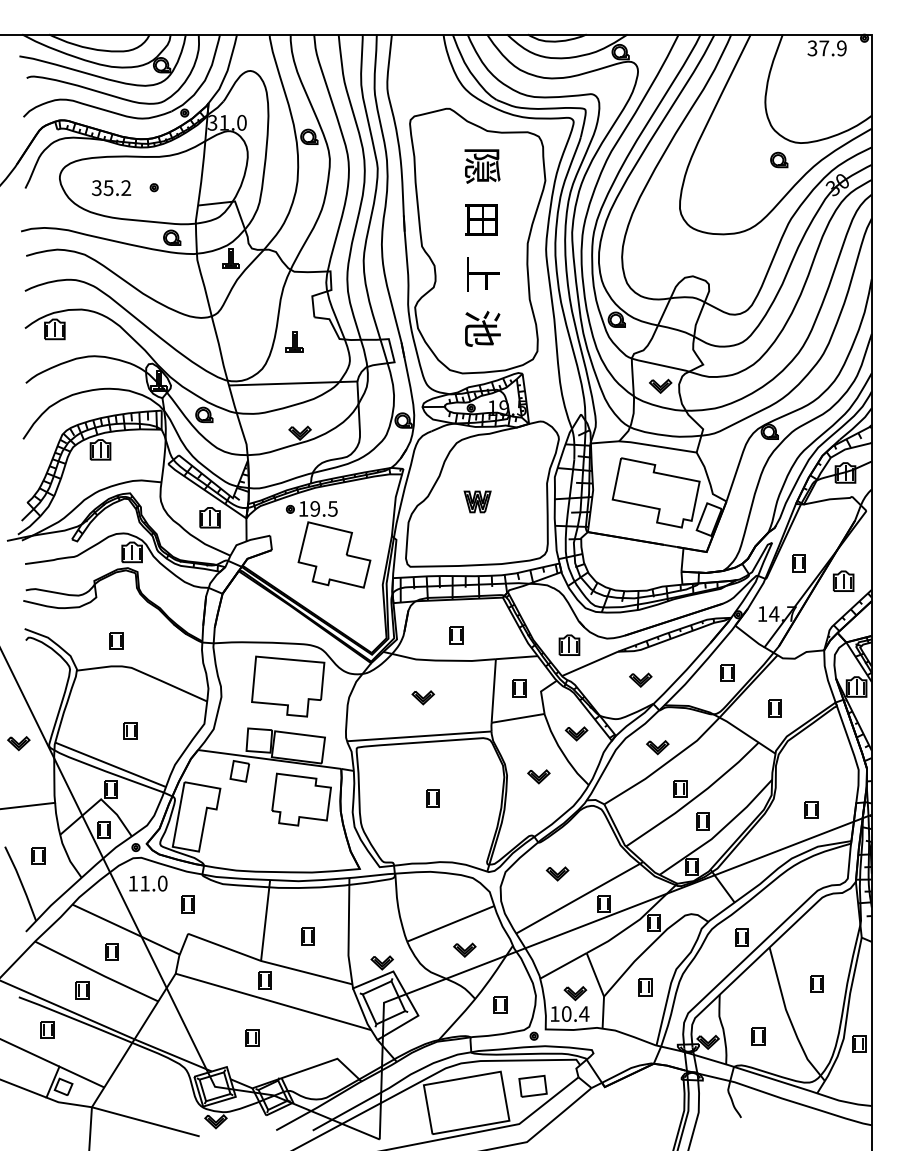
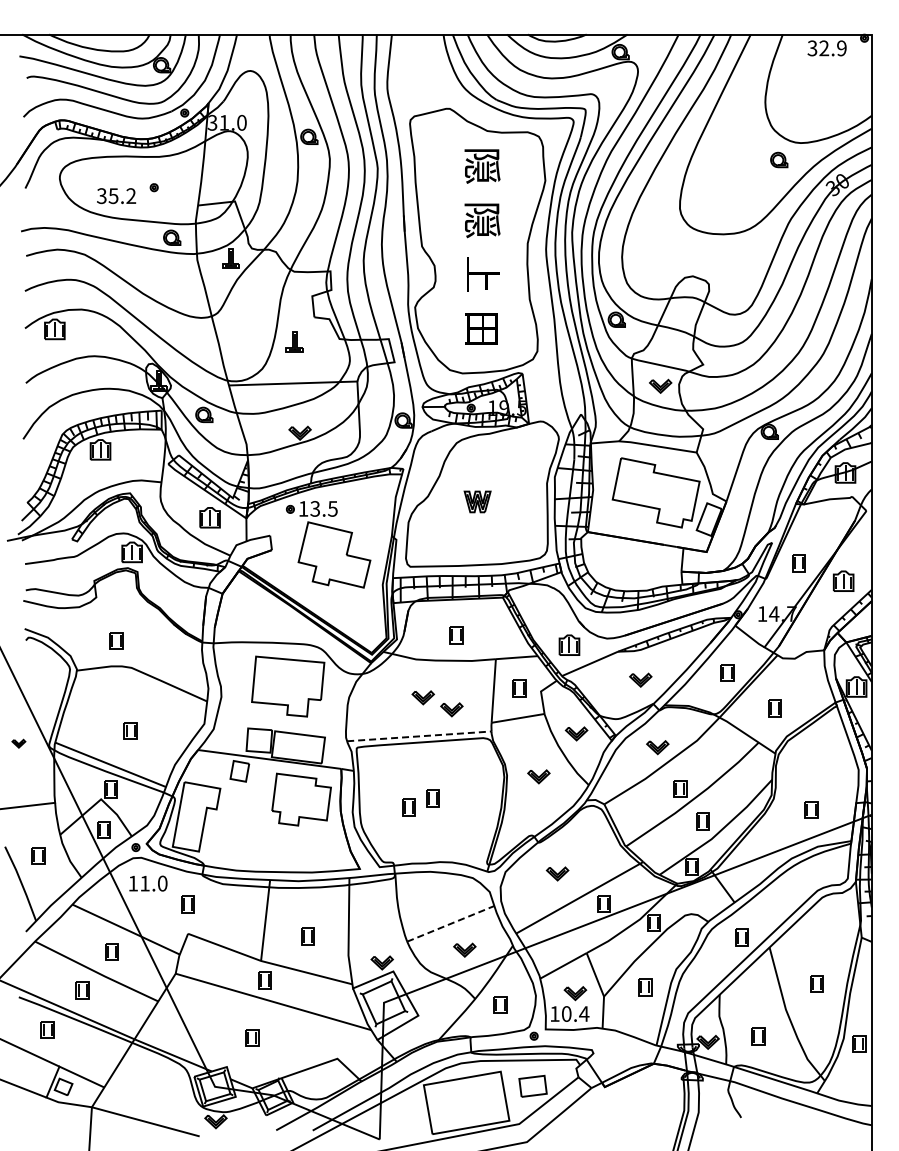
text at (824, 48): 37.9 -> 32.9
text at (111, 188) position: (111, 188) -> (116, 196)
text at (482, 220): 田 -> 隠
text at (482, 328): 池 -> 田
text at (315, 508): 19.5 -> 13.5
part at (451, 709): none -> present
line at (419, 736): solid -> dashed
part at (18, 743) size: 24x16 px -> 16x11 px
part at (408, 807): none -> present
line at (451, 923): solid -> dashed
